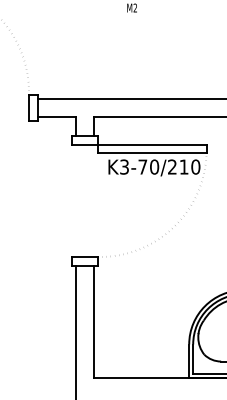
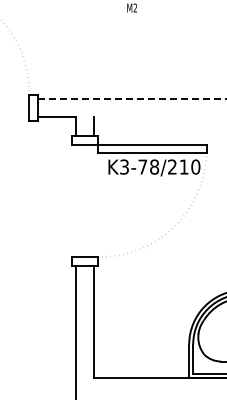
line at (132, 98): solid -> dashed
line at (158, 117): present -> none
text at (154, 166): K3-70/210 -> K3-78/210
